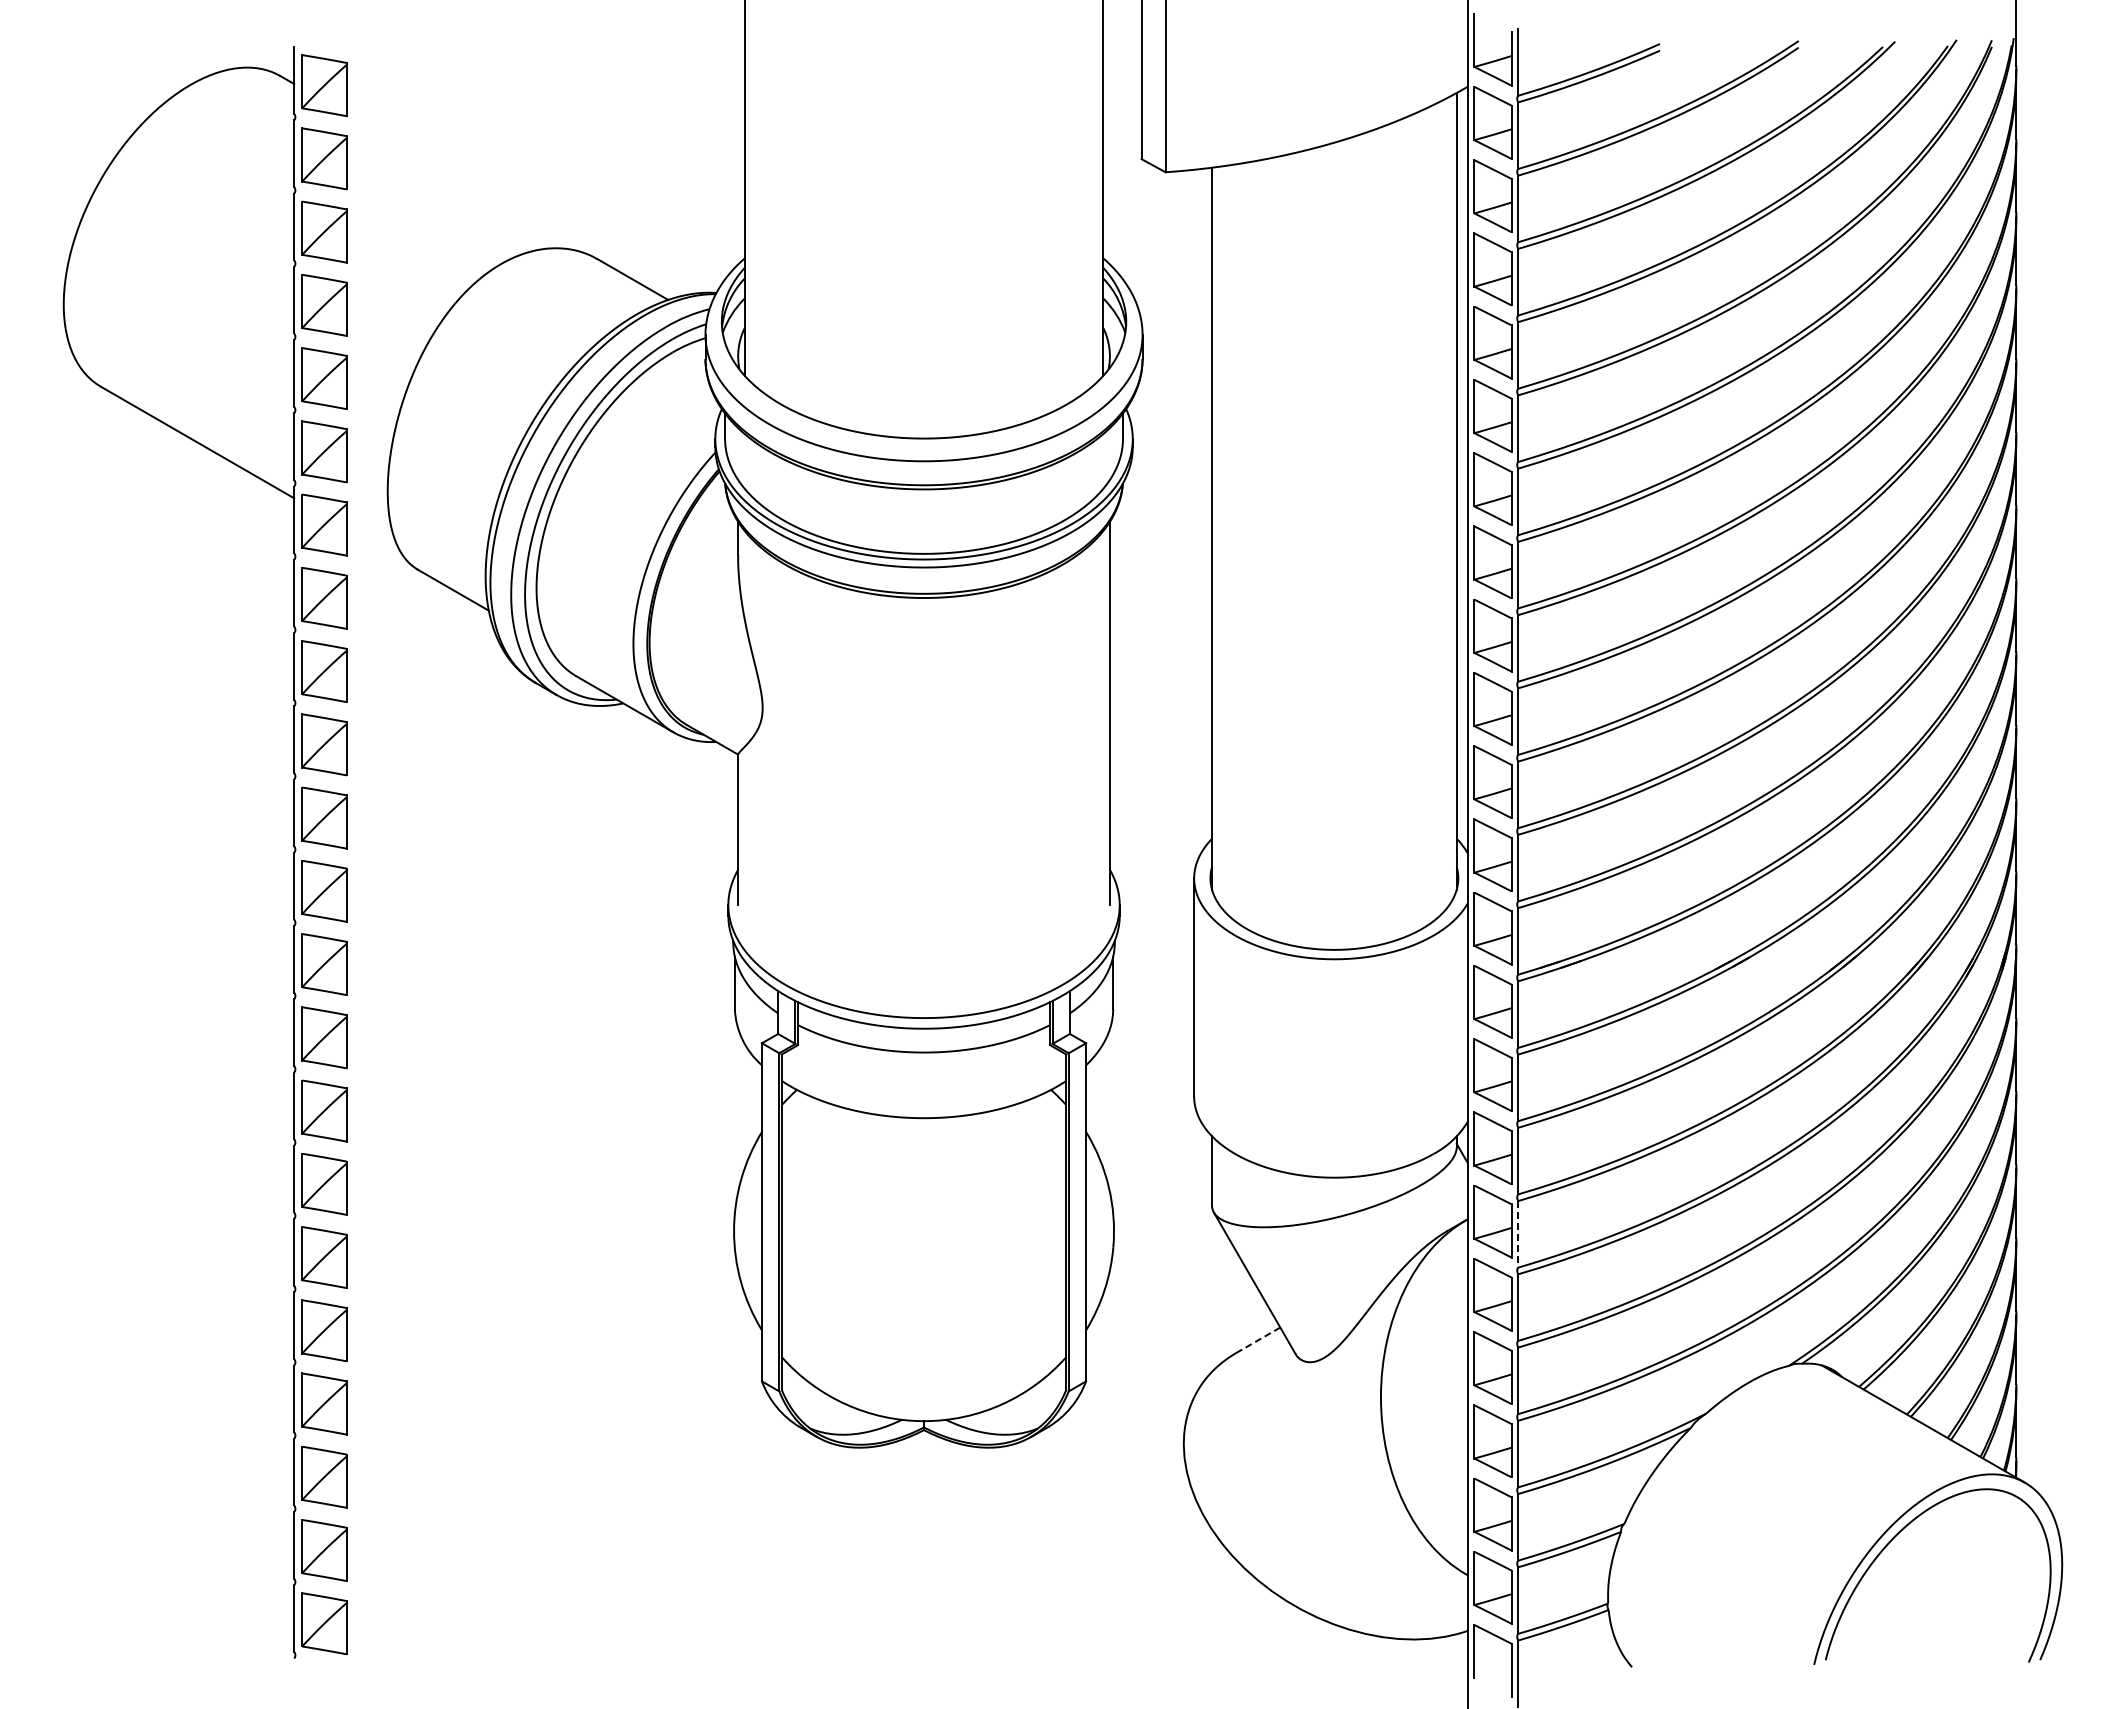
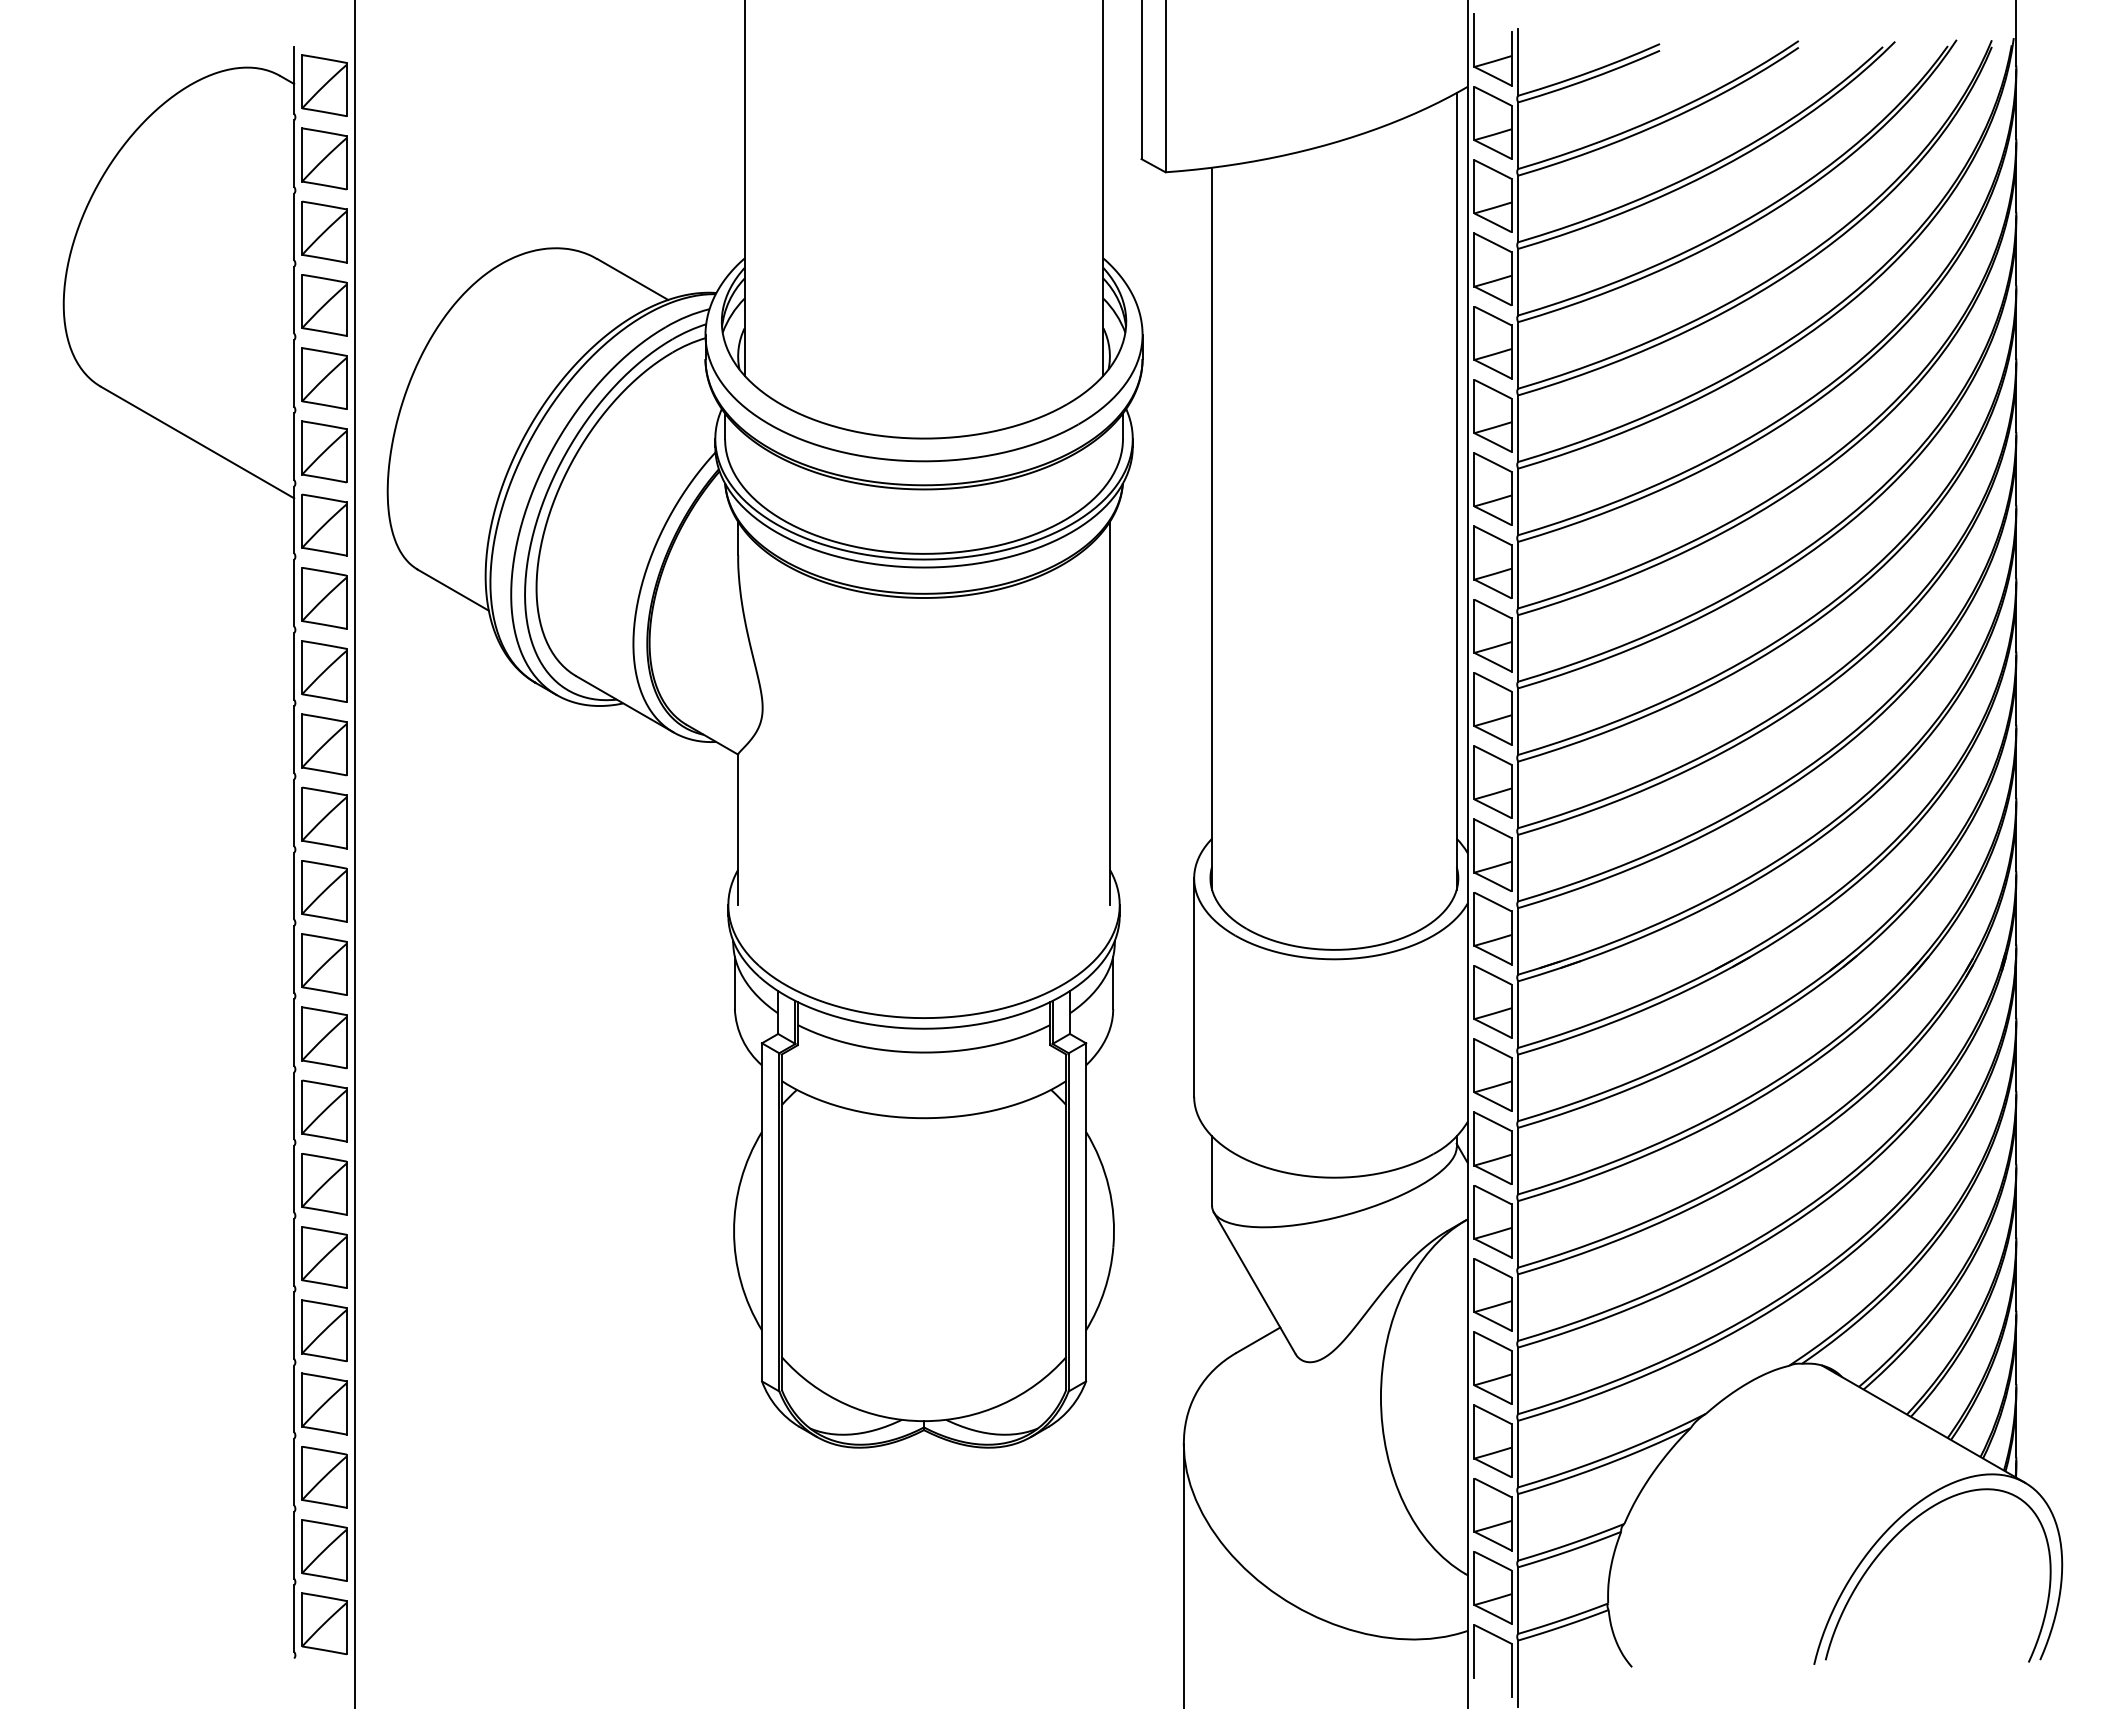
line at (354, 853): none -> present
line at (1518, 1234): dashed -> solid
line at (1257, 1340): dashed -> solid
line at (1183, 1574): none -> present
